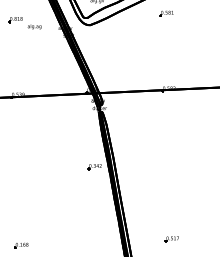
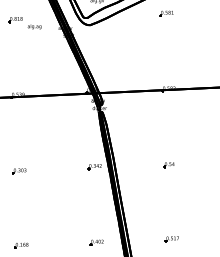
part at (168, 165): none -> present
part at (19, 171): none -> present
part at (96, 242): none -> present
